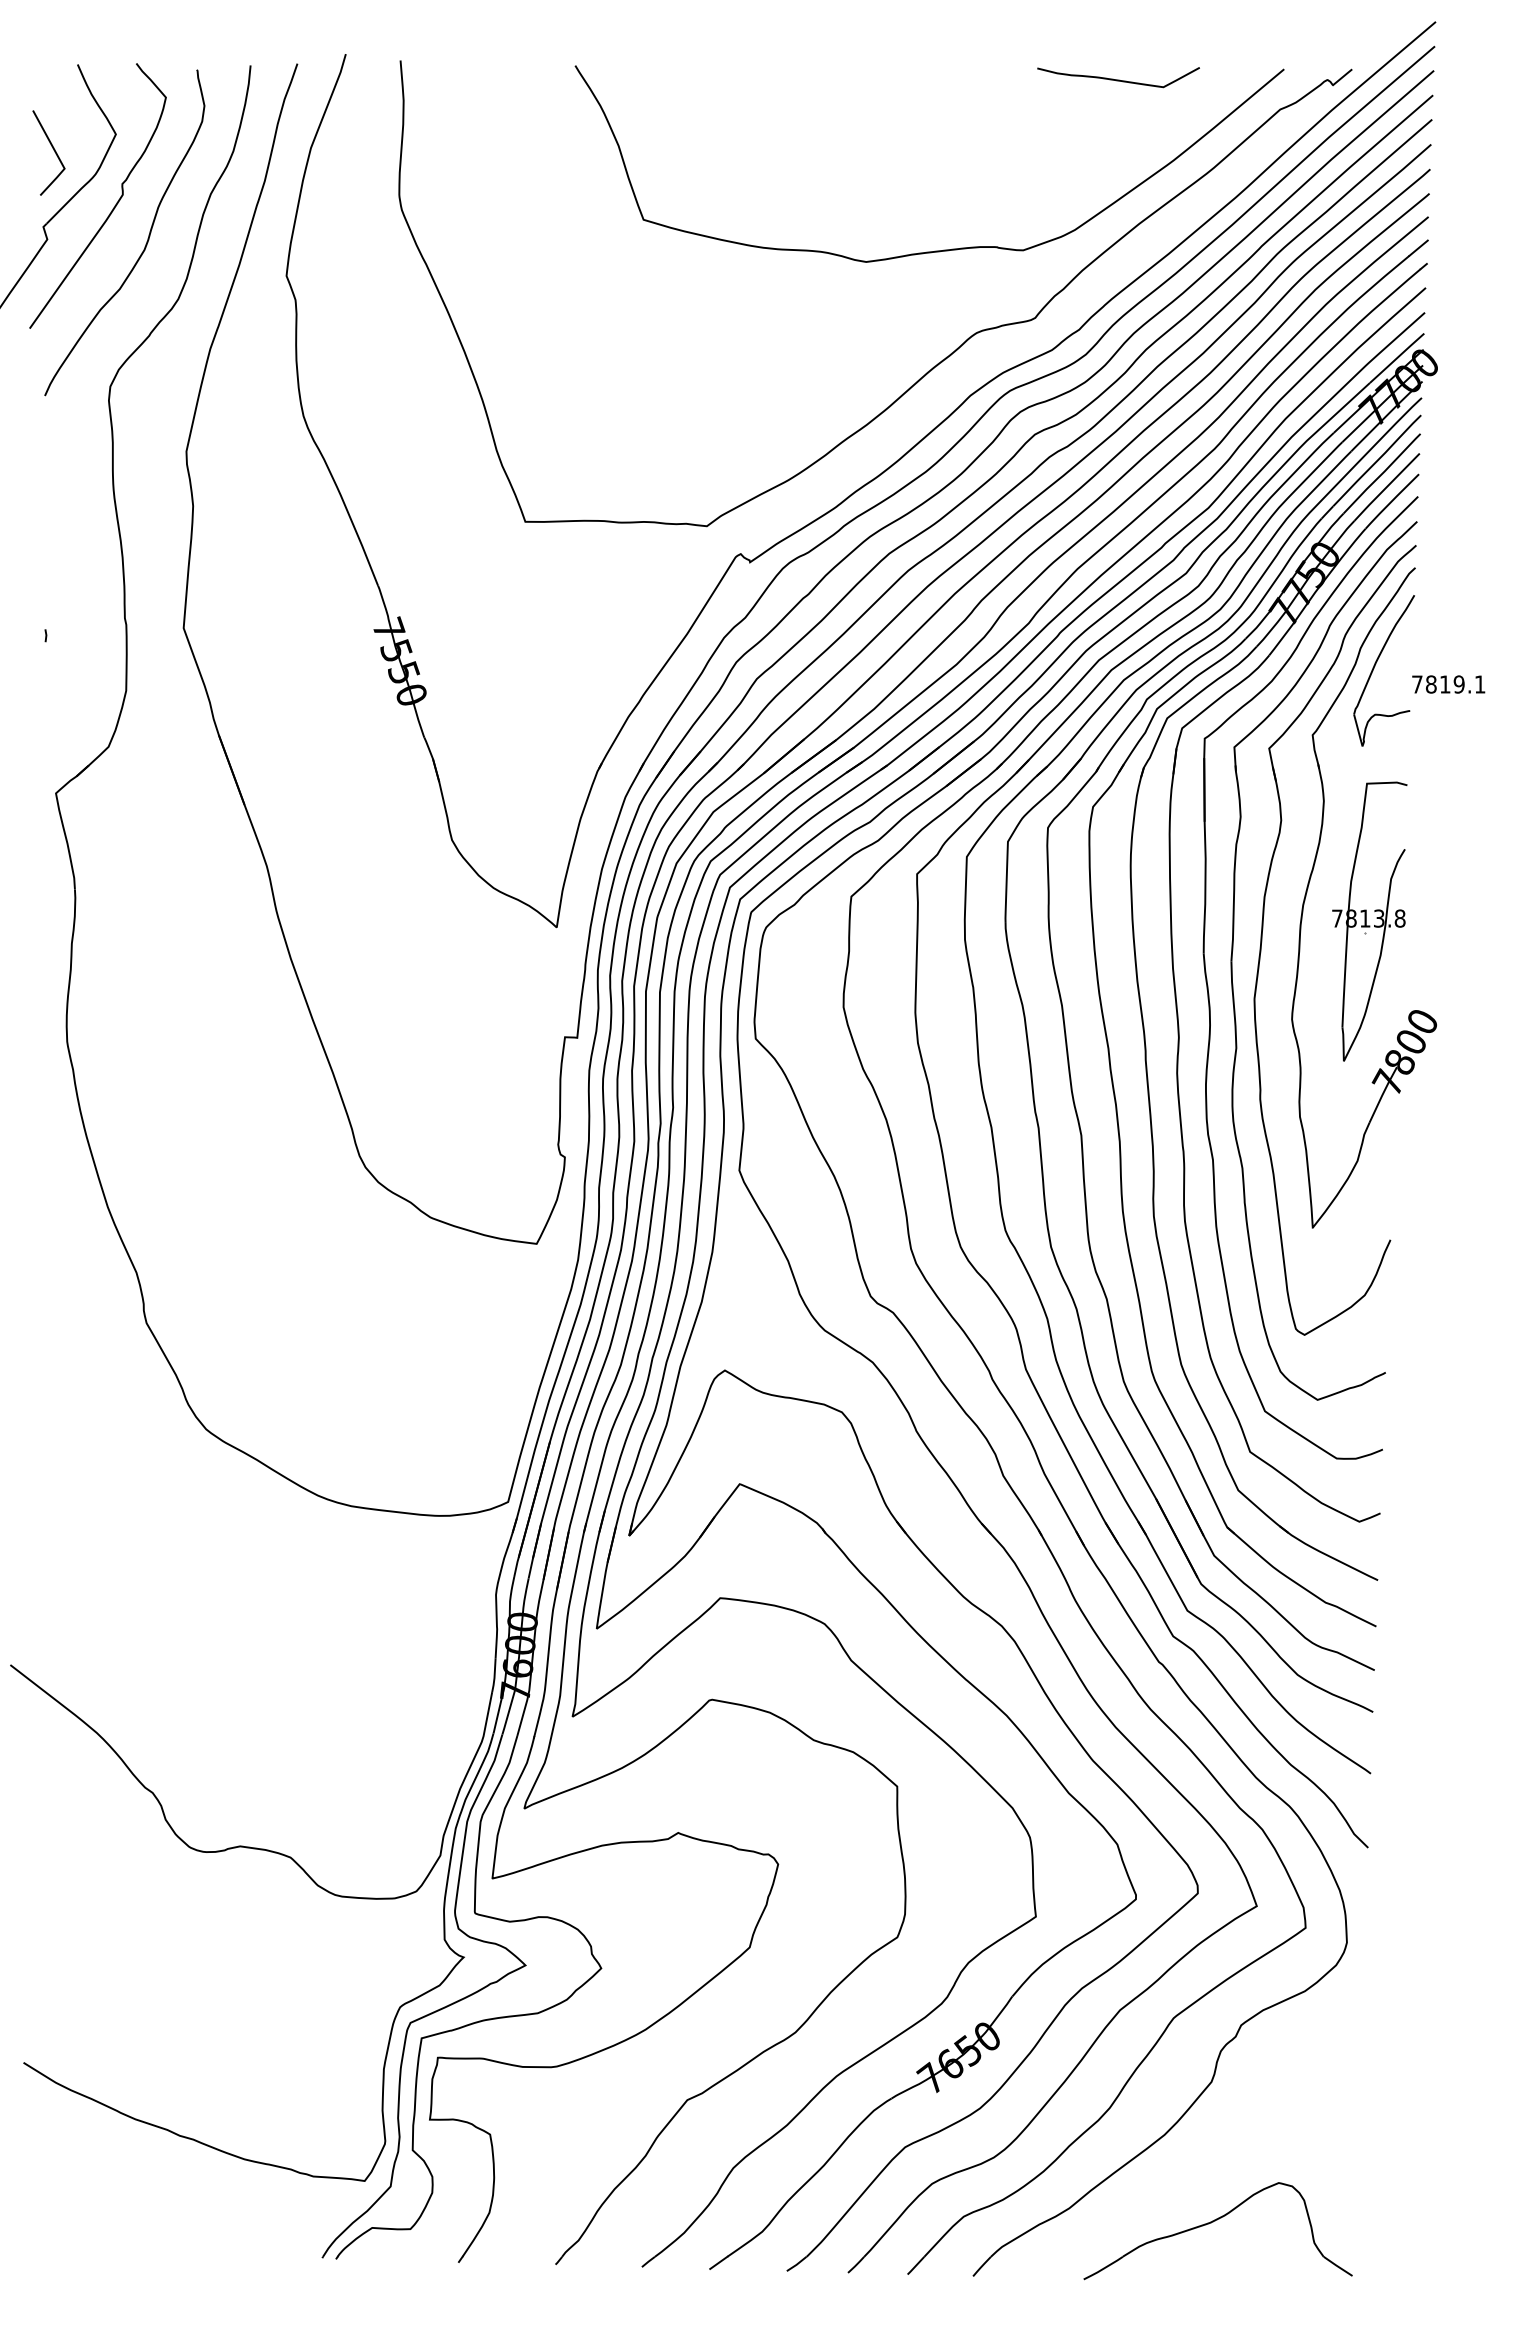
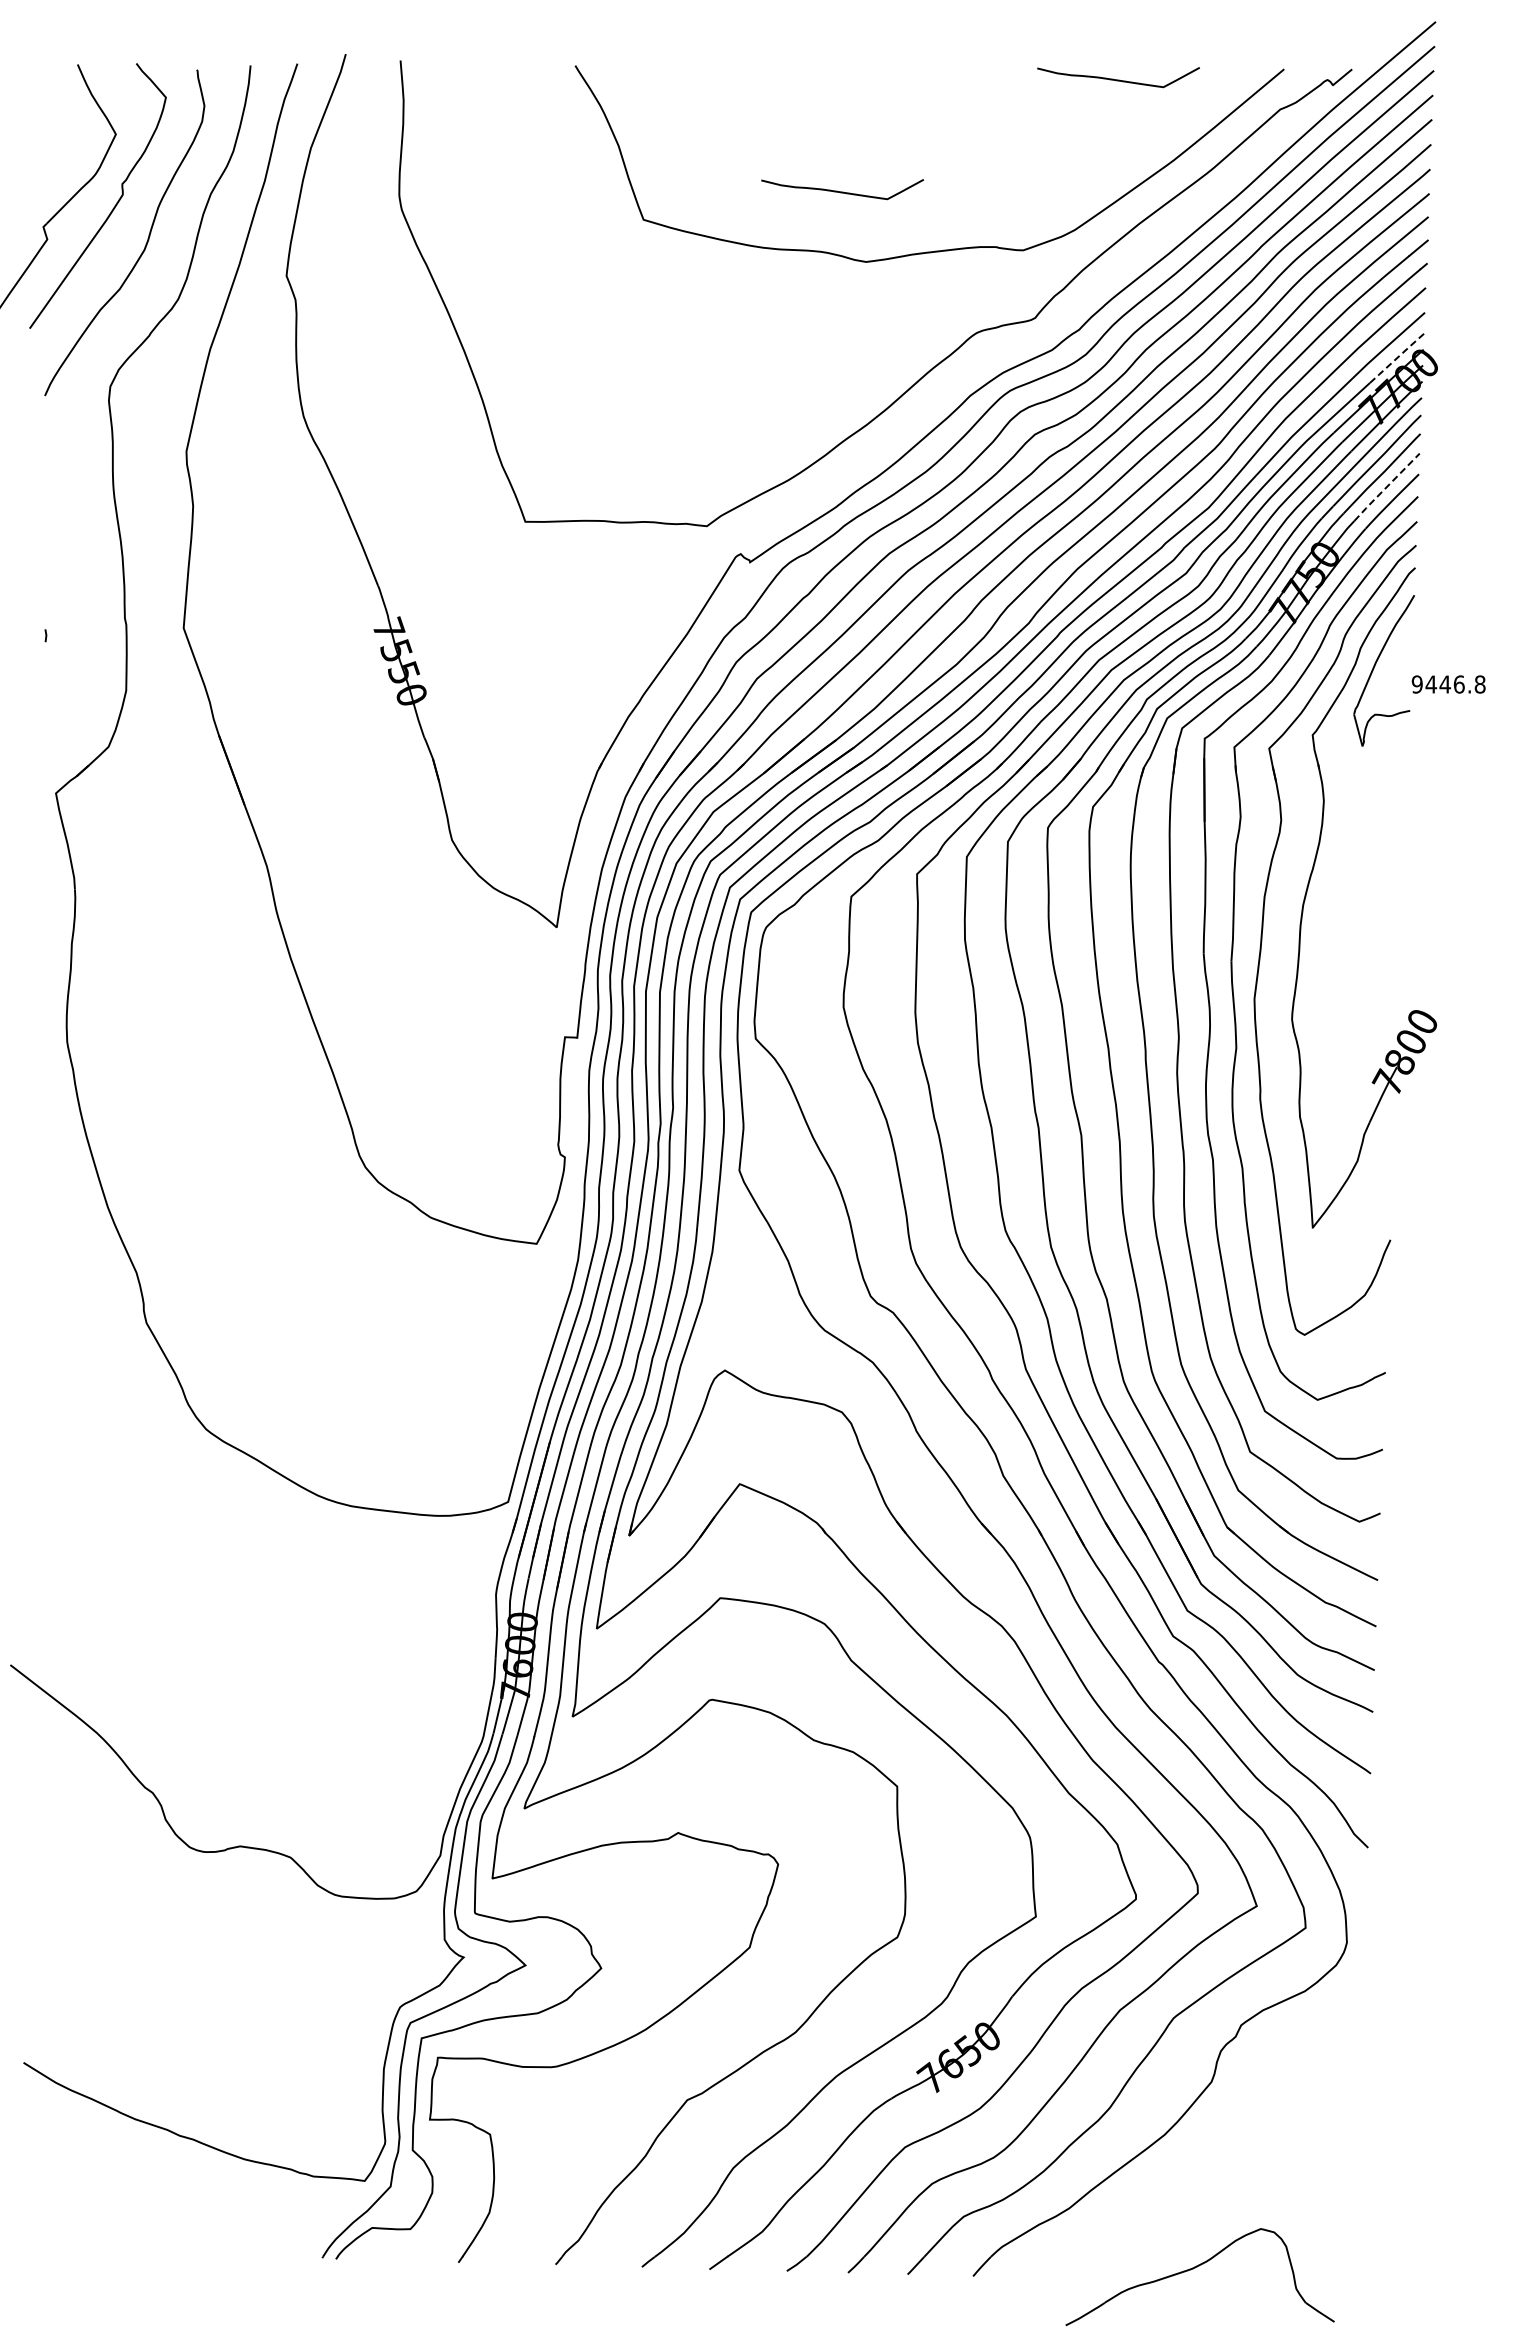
line at (53, 150): present -> none
curve at (842, 191): none -> present
line at (1397, 358): solid -> dashed
line at (1386, 487): solid -> dashed
text at (1448, 684): 7819.1 -> 9446.8
part at (1369, 921): present -> none
part at (1213, 2222) position: (1213, 2222) -> (1195, 2268)
